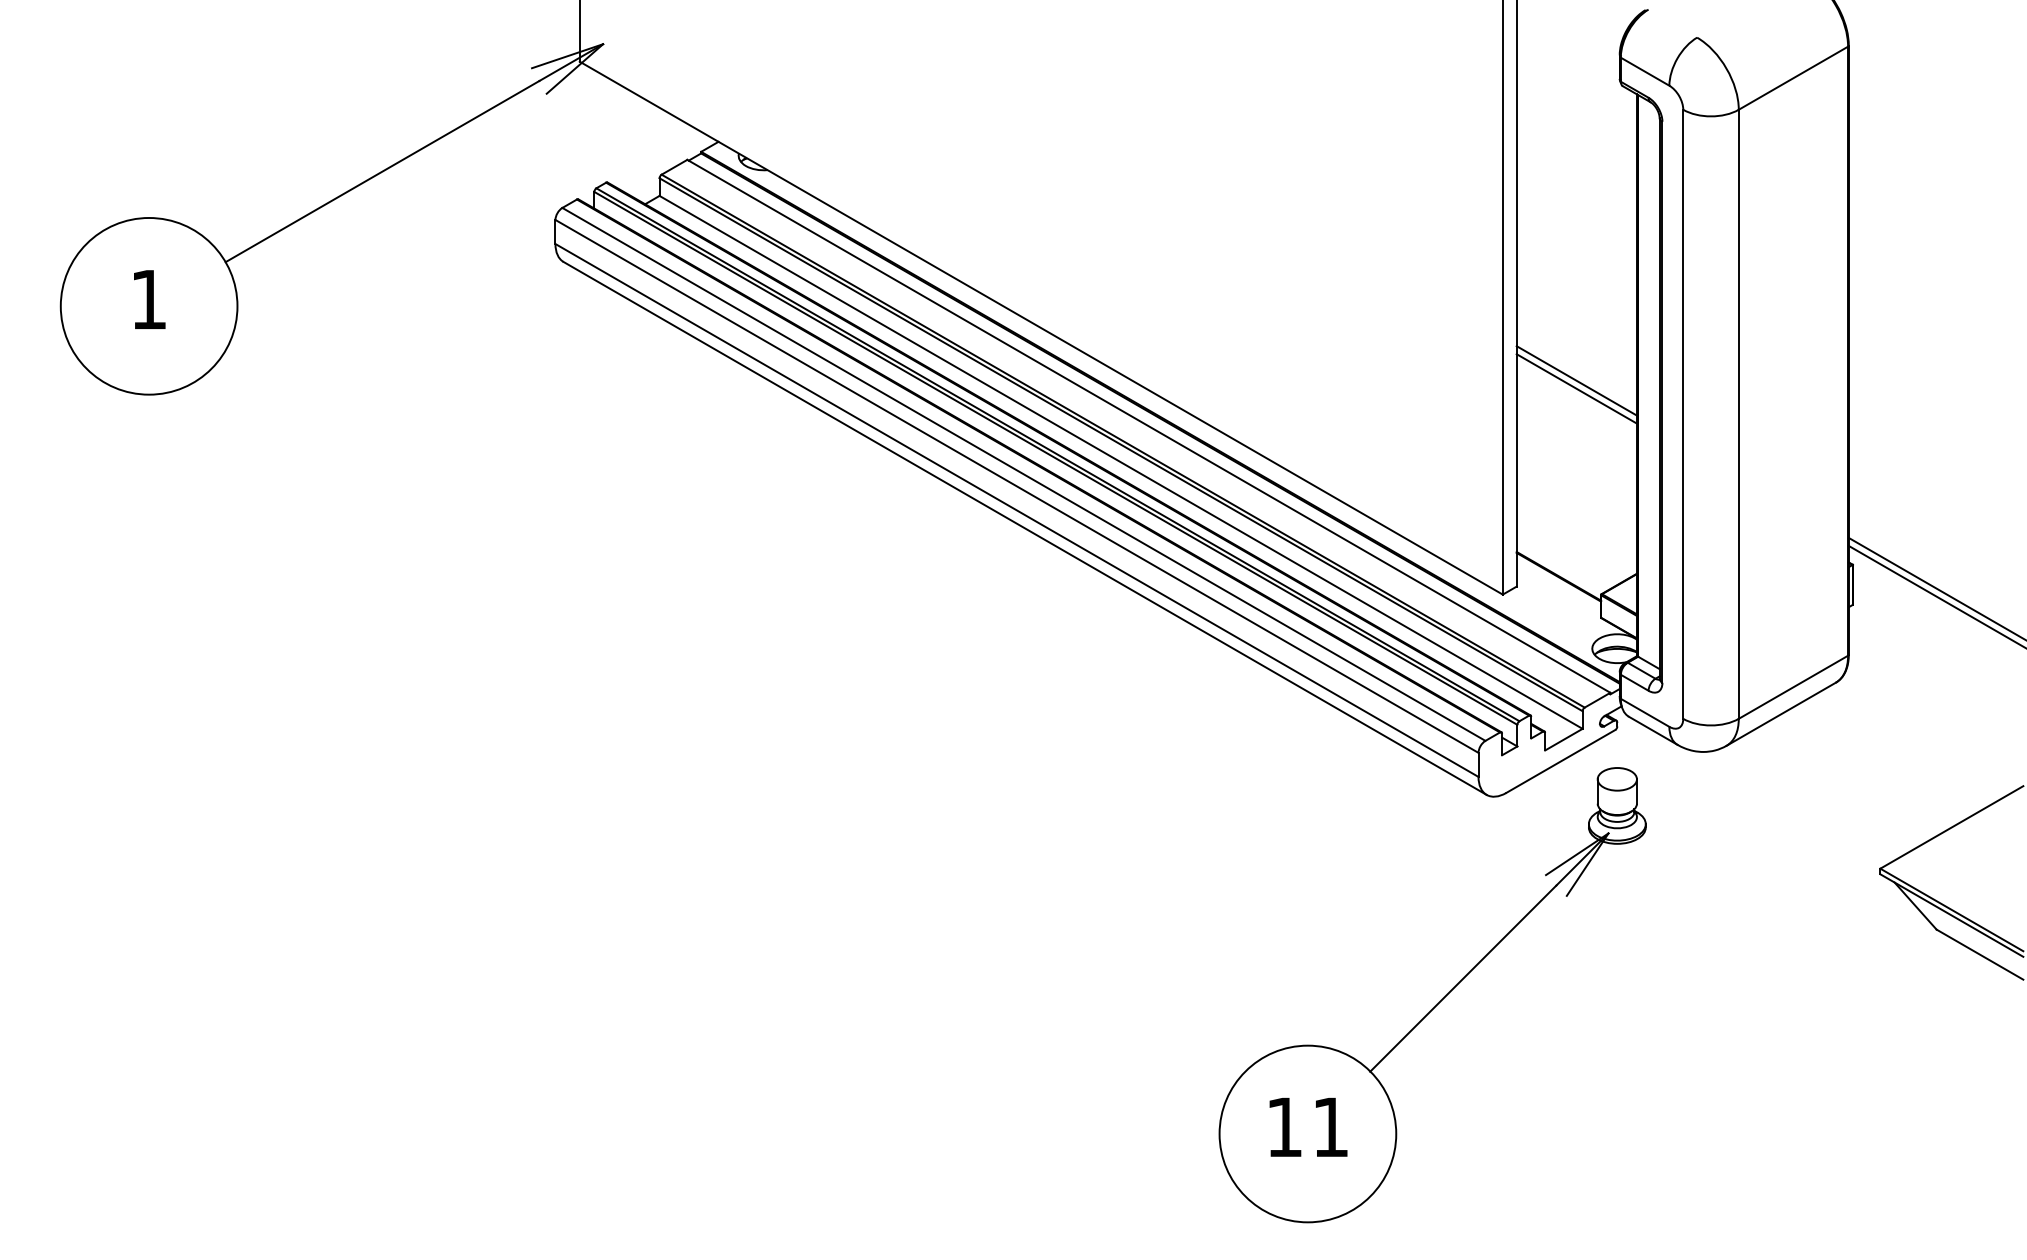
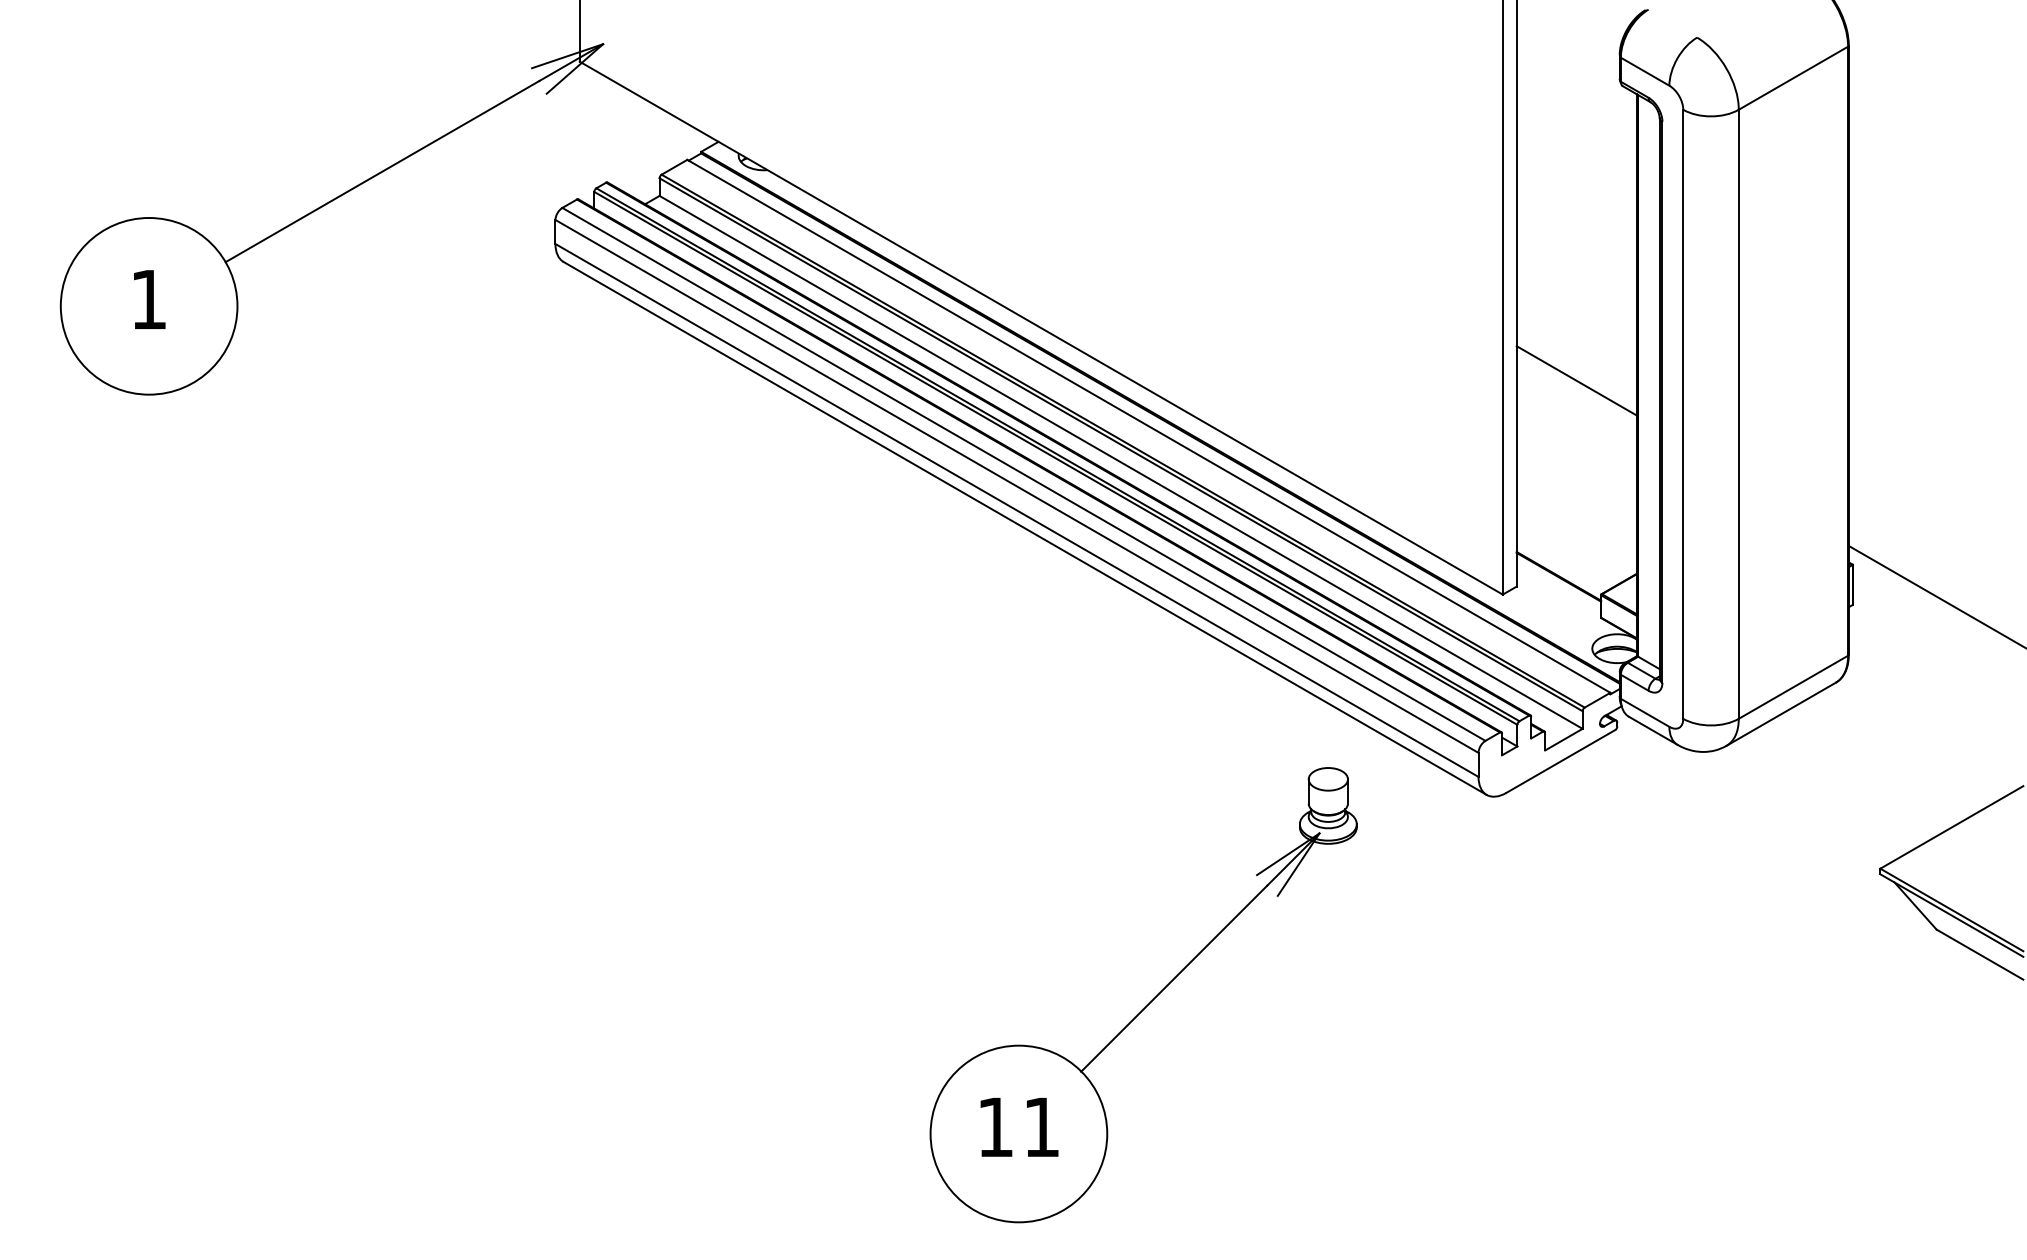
line at (1576, 388): present -> none
line at (1935, 587): present -> none
part at (1439, 1001) position: (1439, 1001) -> (1150, 1001)
